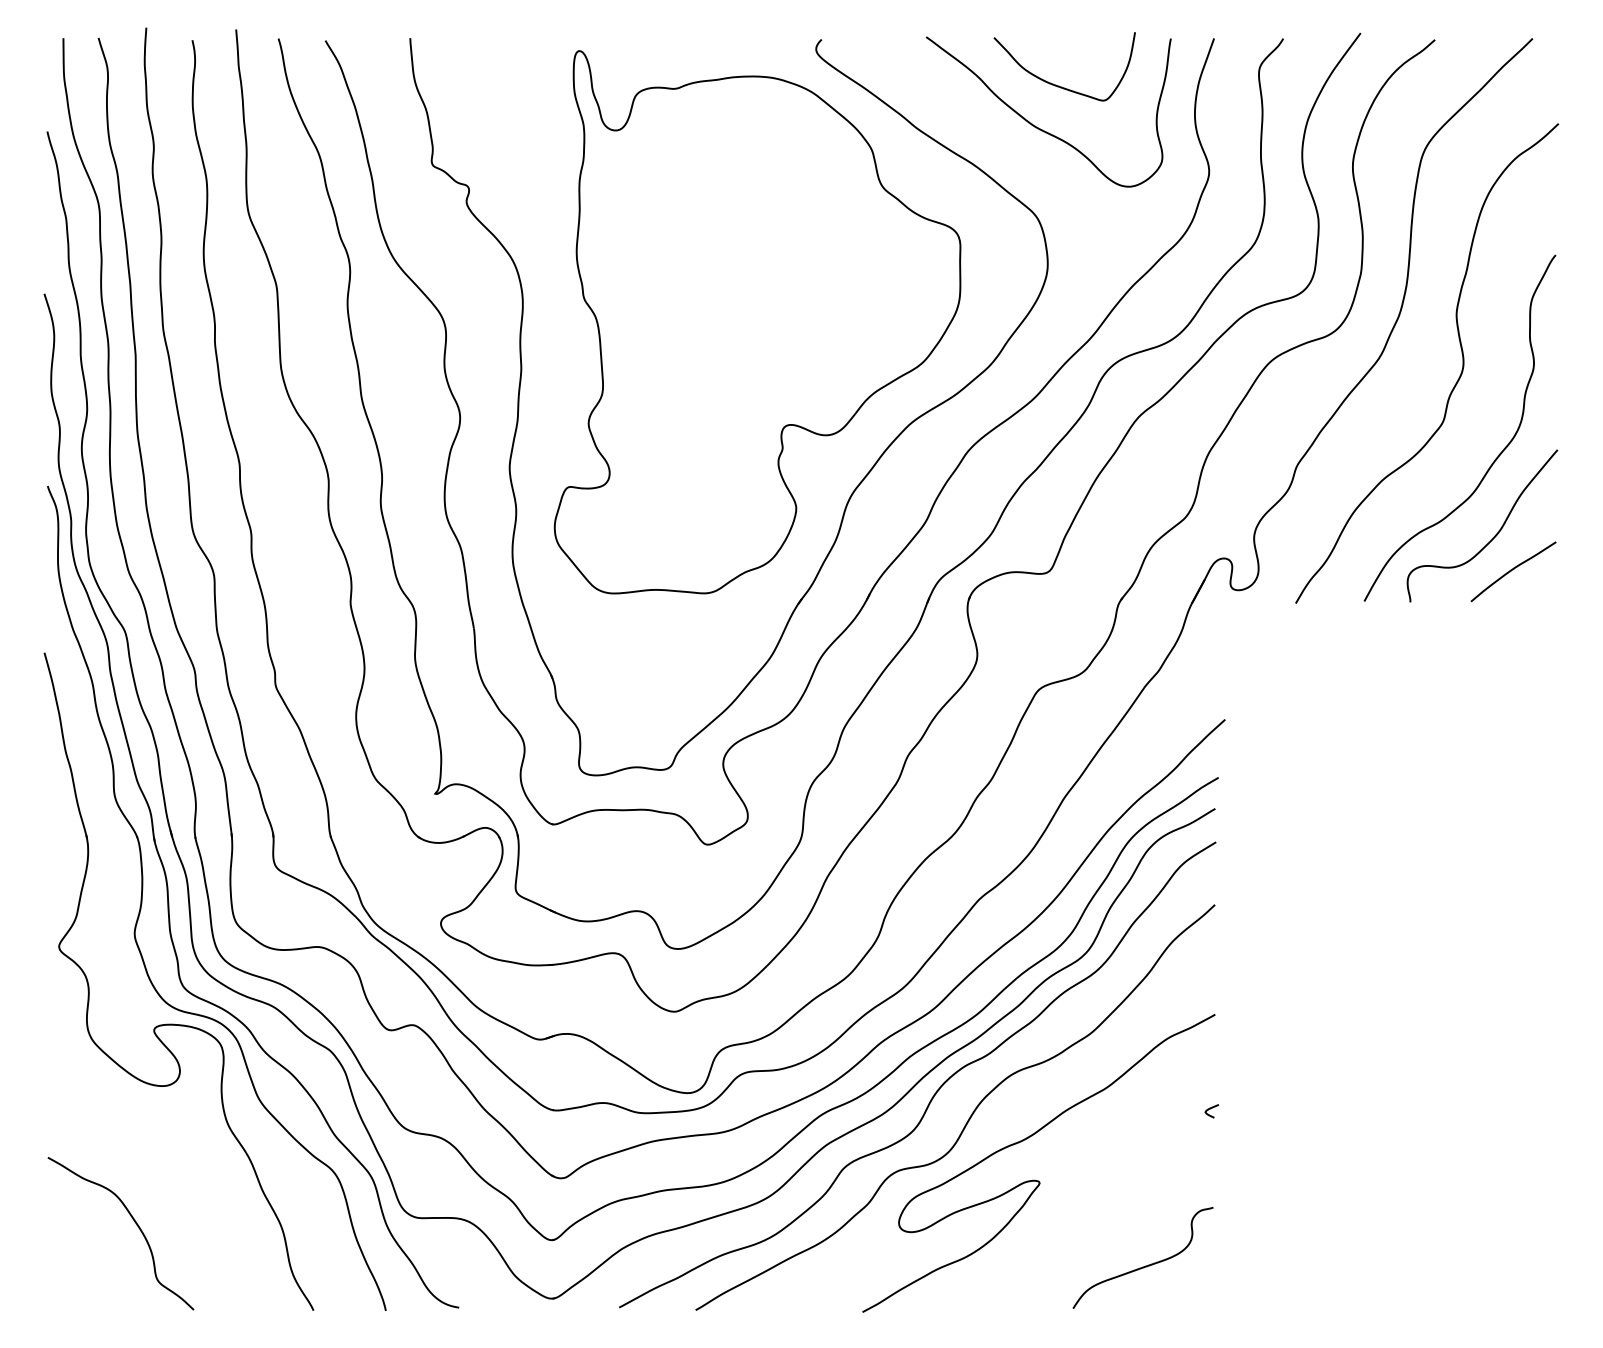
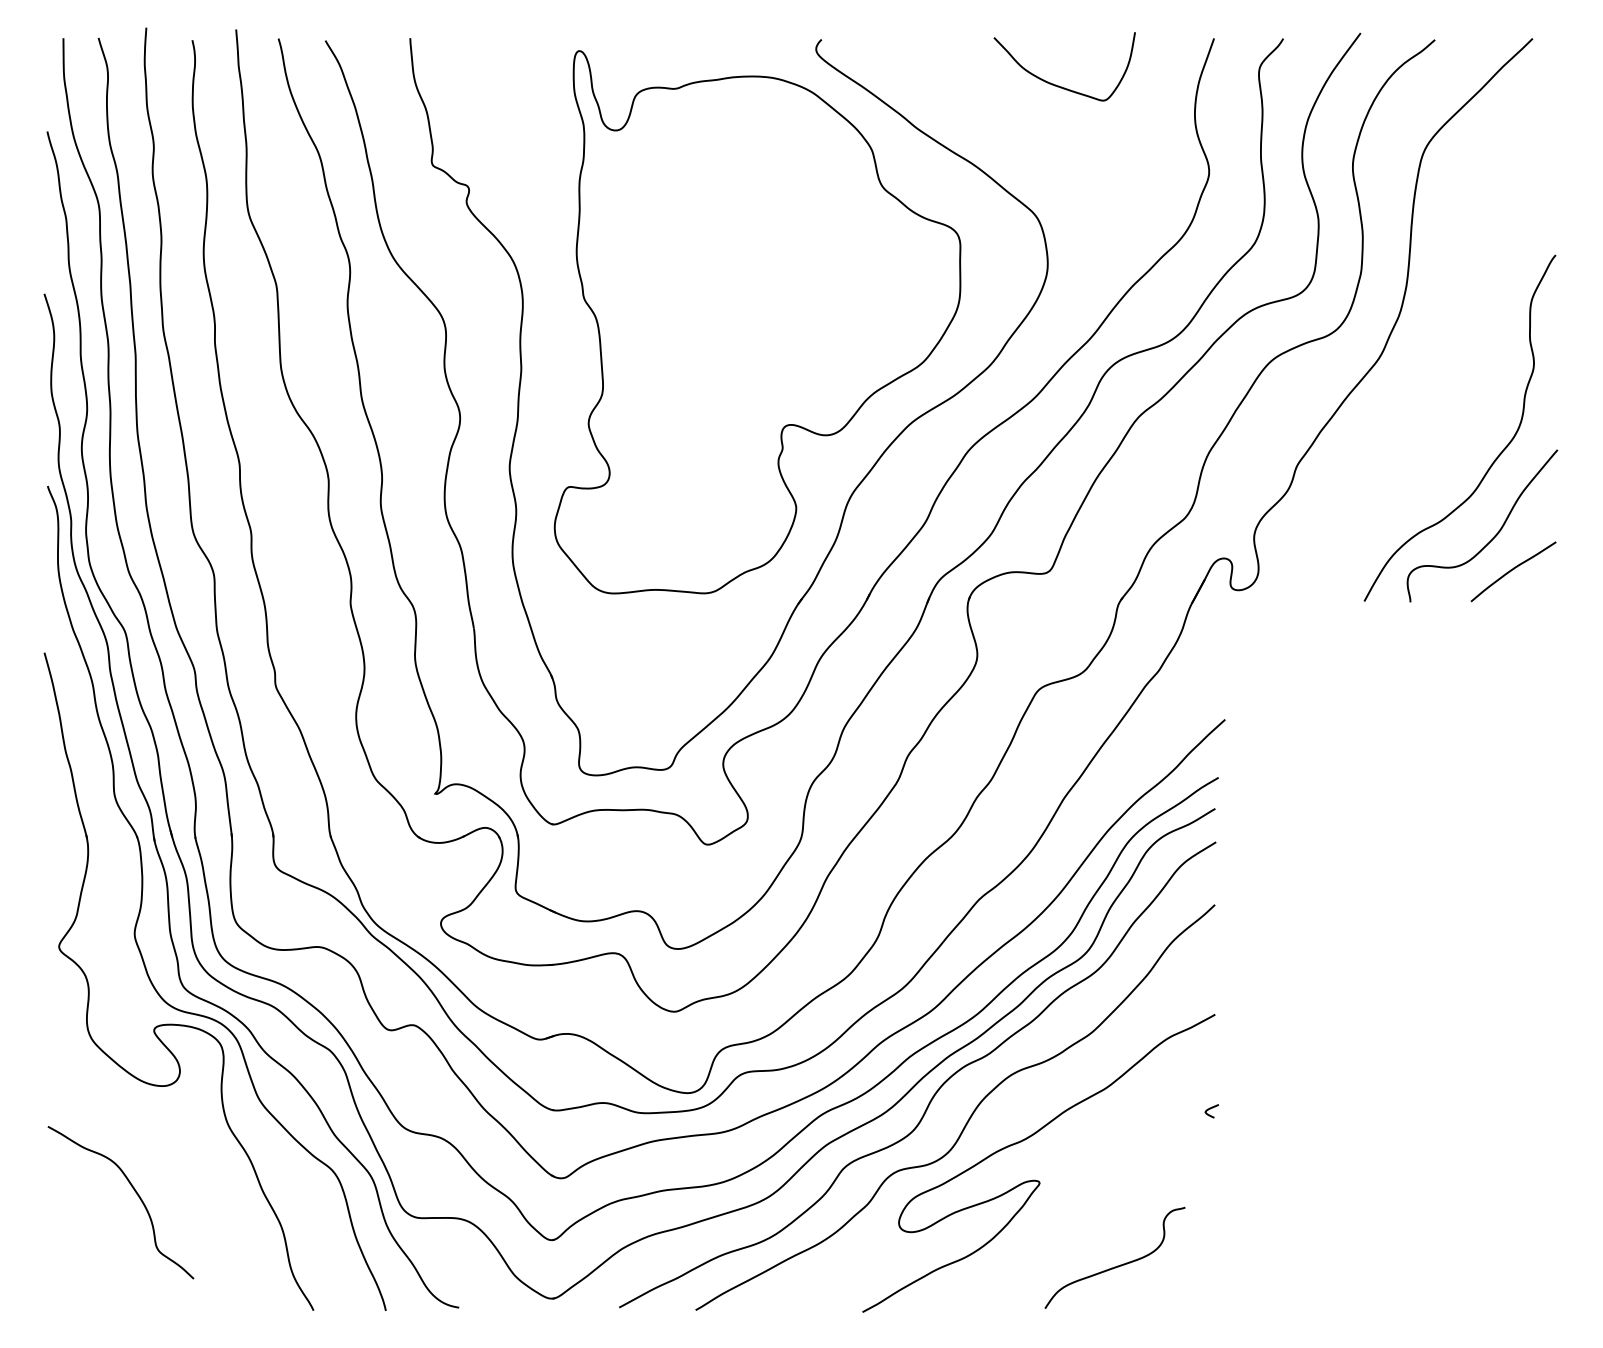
curve at (1040, 128): present -> none
curve at (1457, 379): present -> none
curve at (134, 1222) position: (134, 1222) -> (134, 1191)
curve at (1145, 1265) position: (1145, 1265) -> (1117, 1265)
